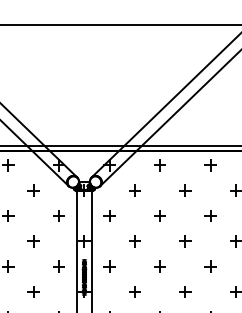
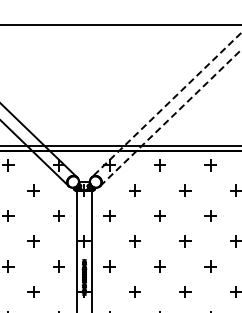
line at (166, 105): solid -> dashed
line at (171, 117): solid -> dashed
